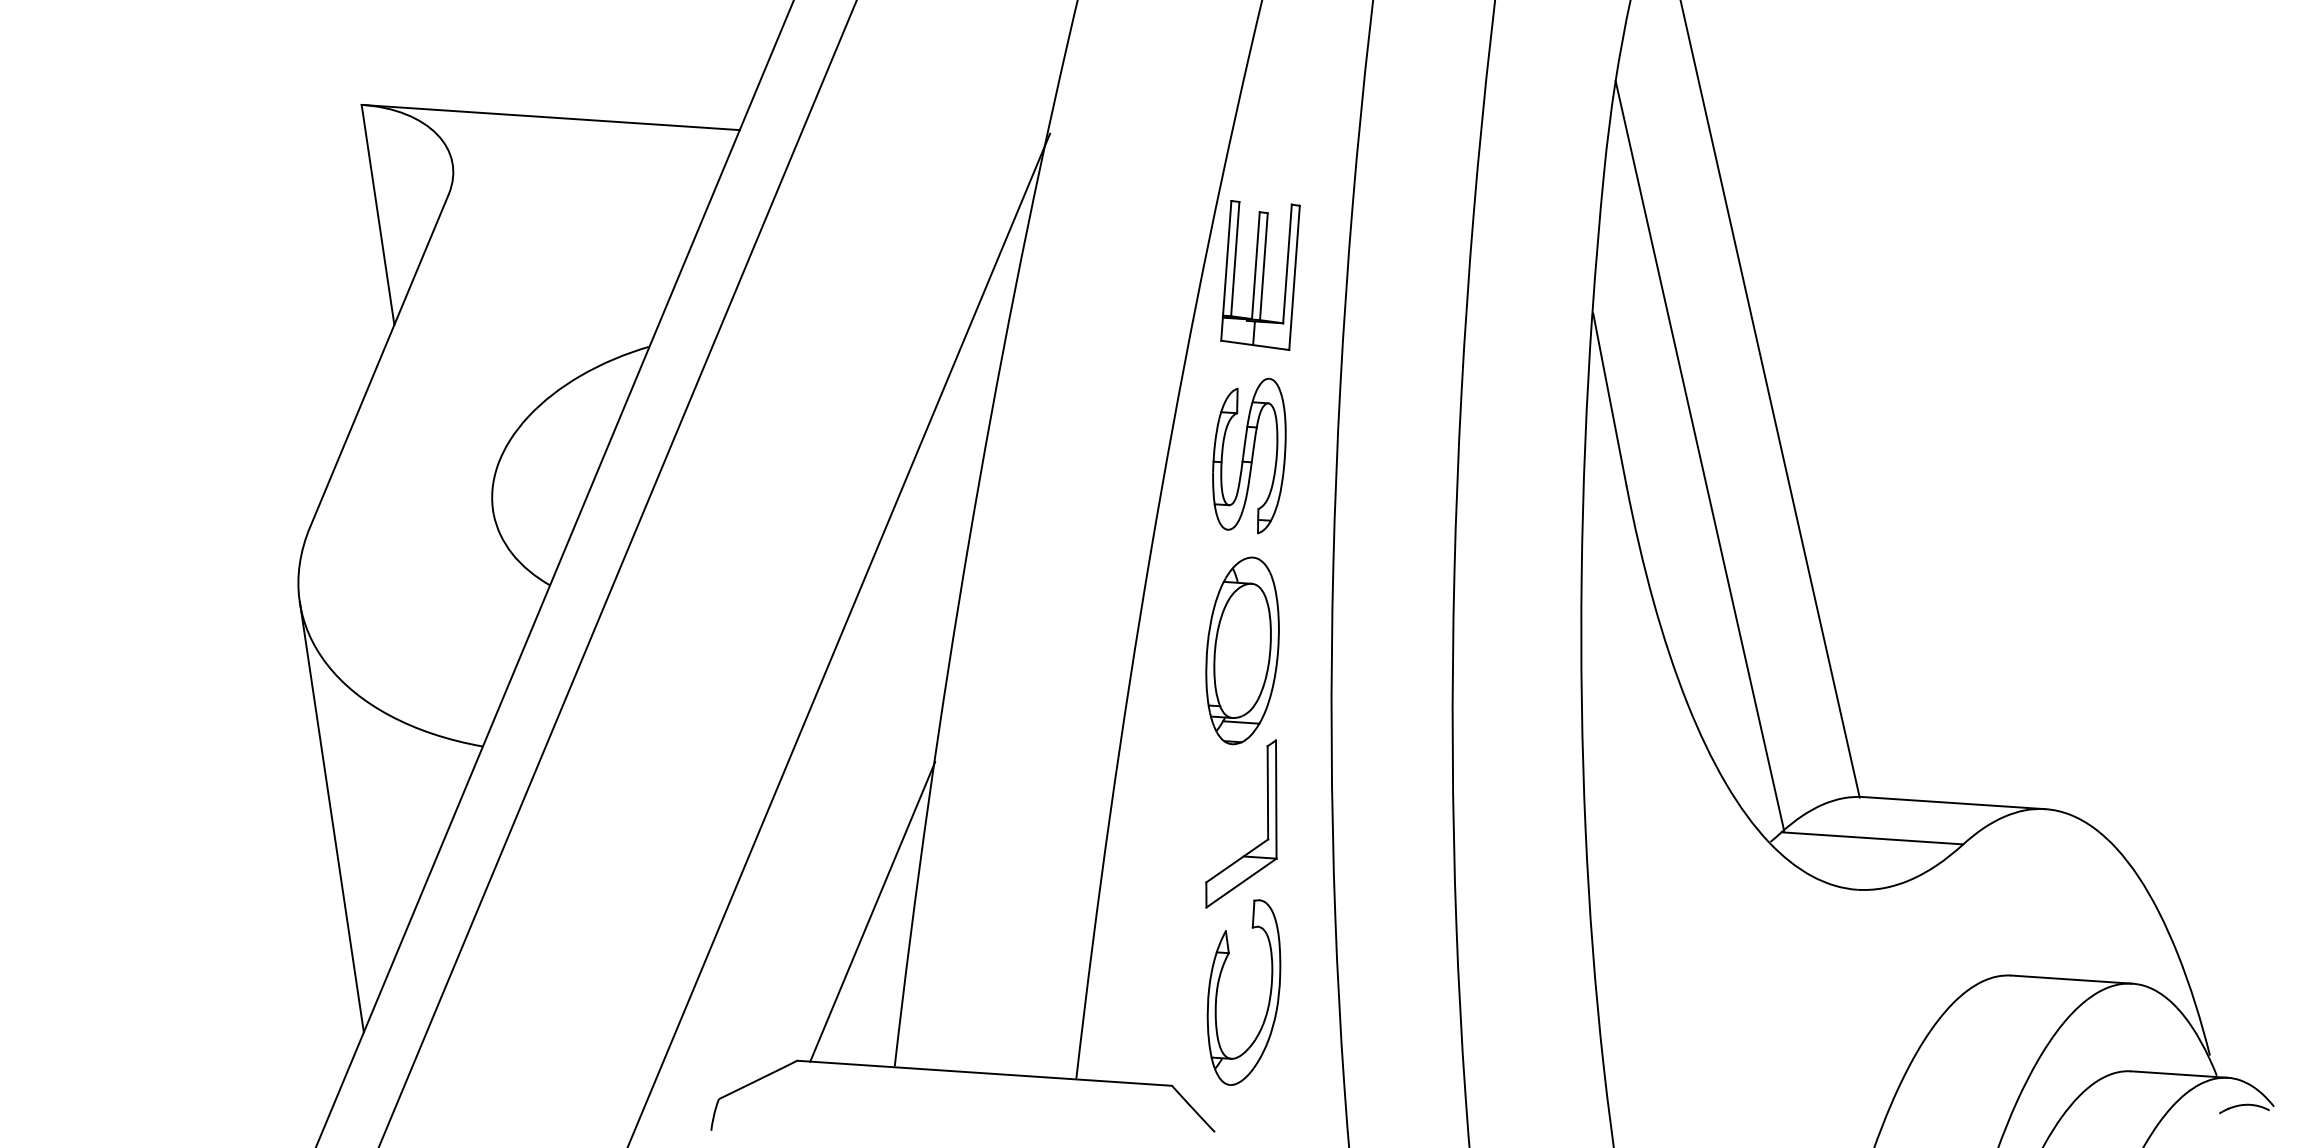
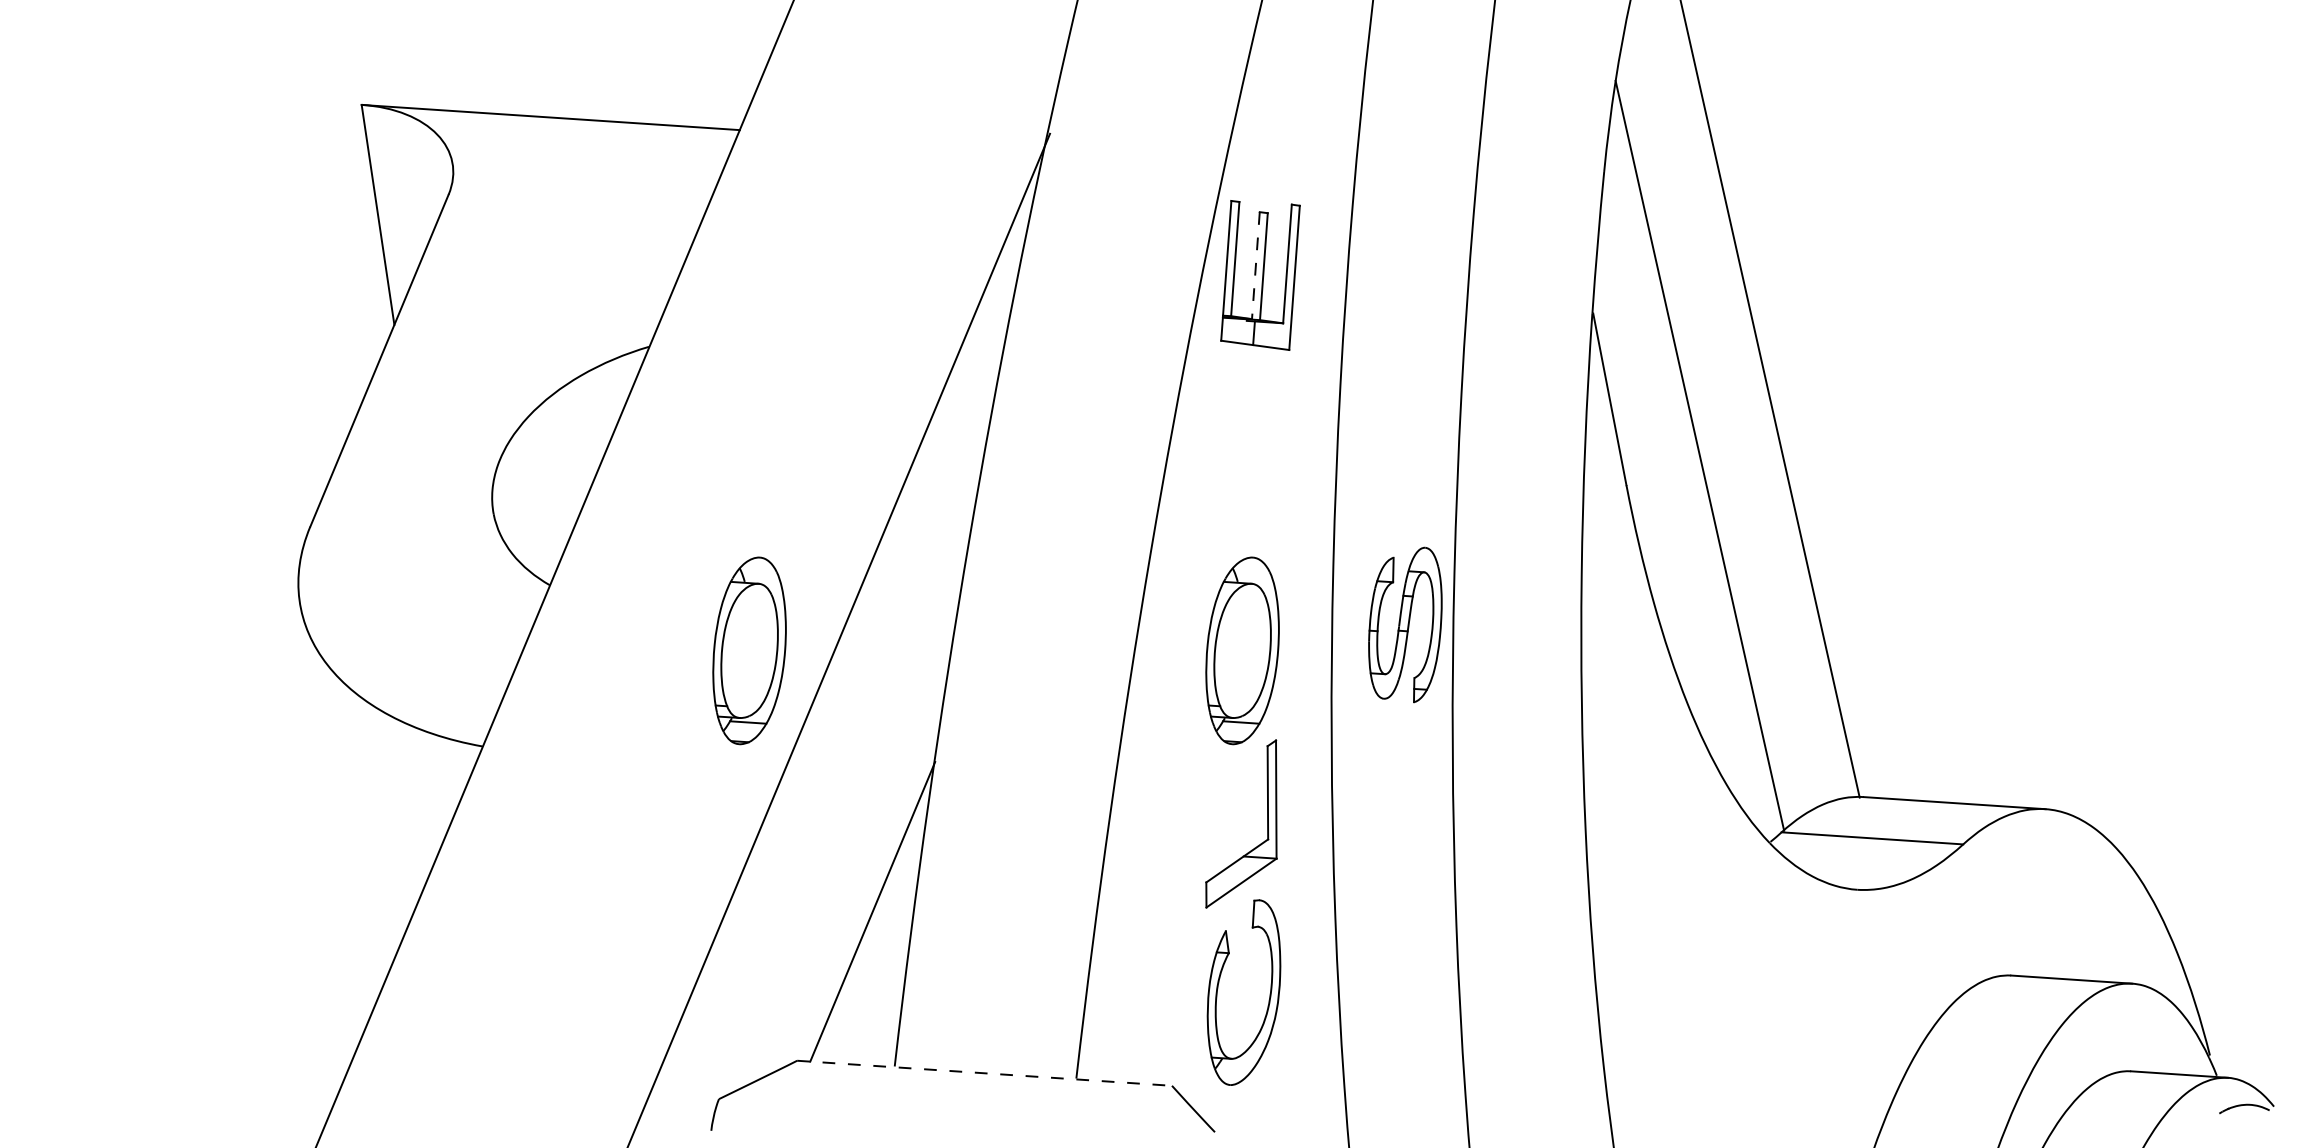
line at (1255, 265): solid -> dashed
part at (1249, 455) position: (1249, 455) -> (1405, 624)
line at (617, 573): present -> none
part at (749, 650): none -> present
line at (331, 816): present -> none
line at (984, 1073): solid -> dashed
